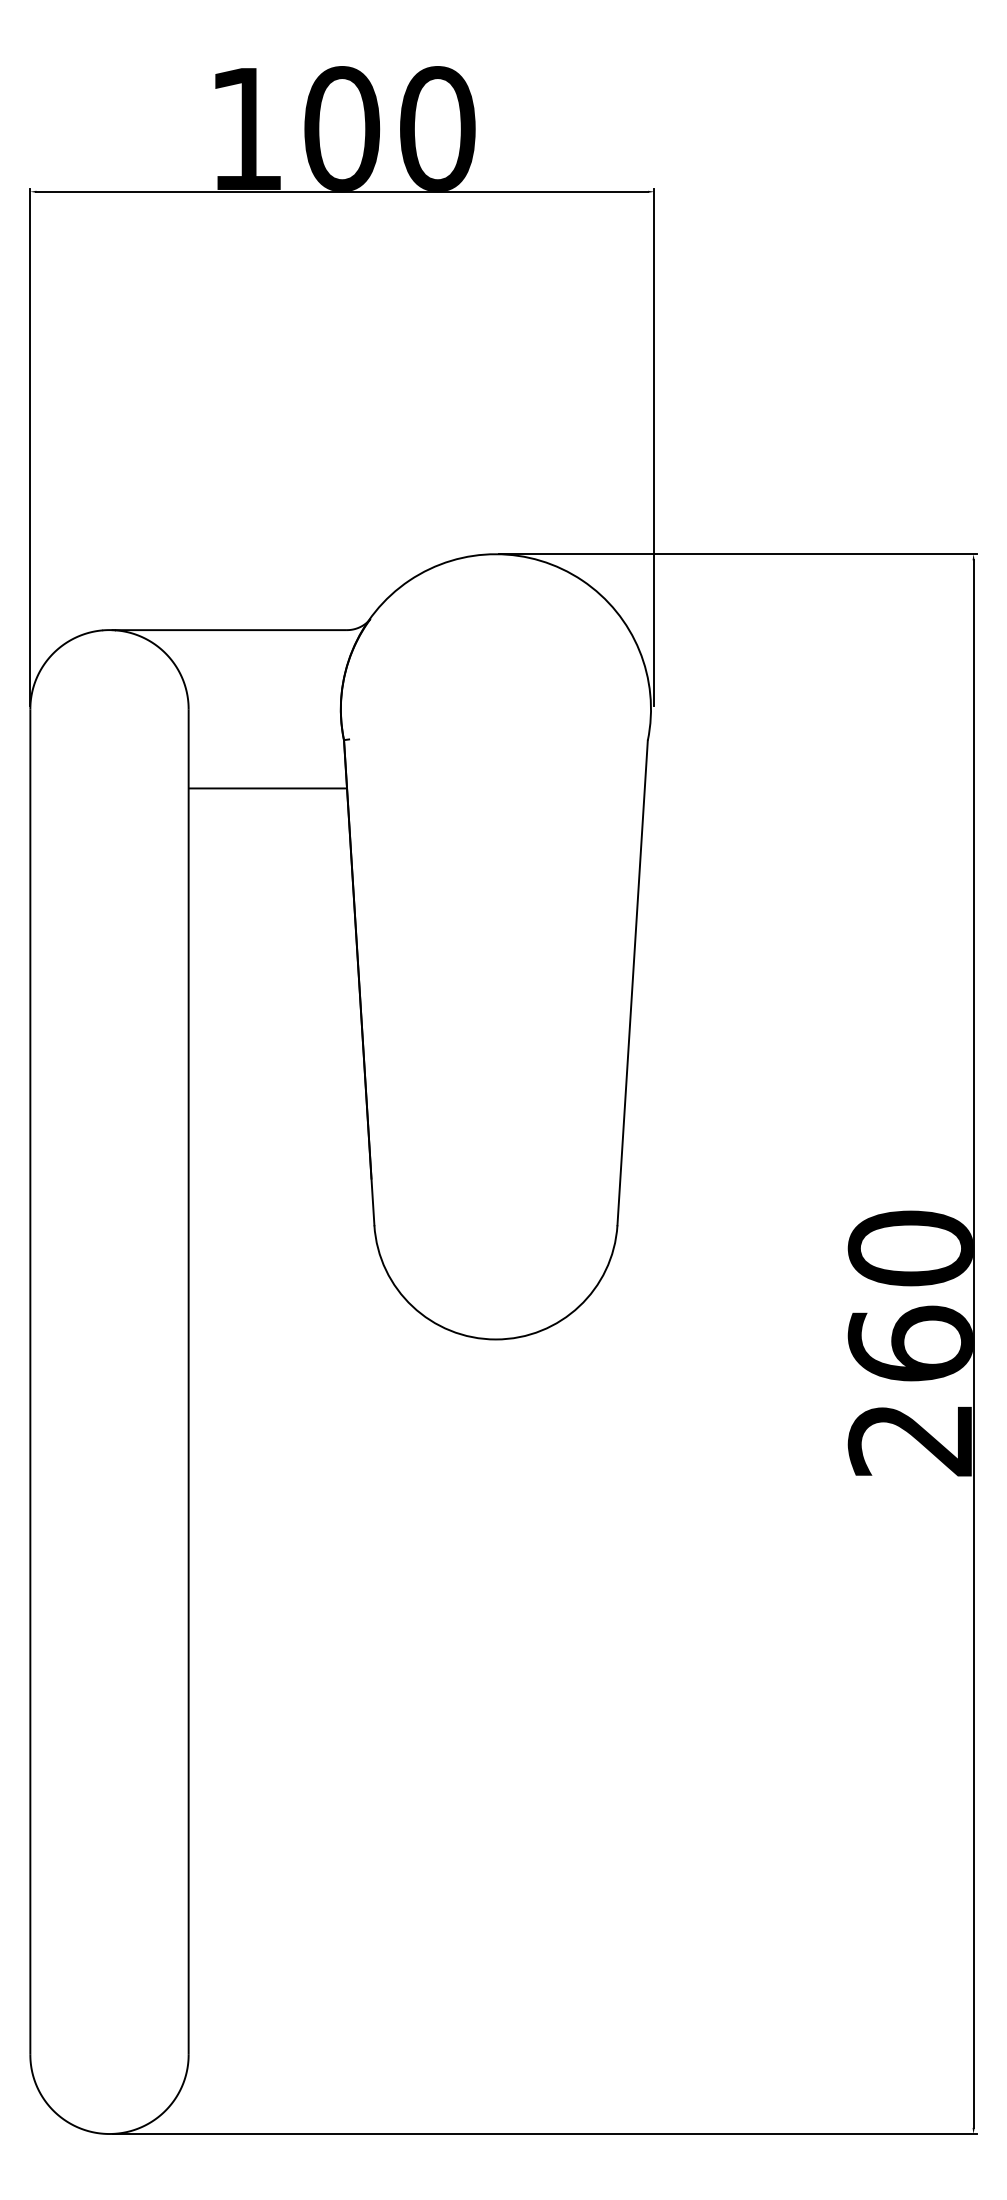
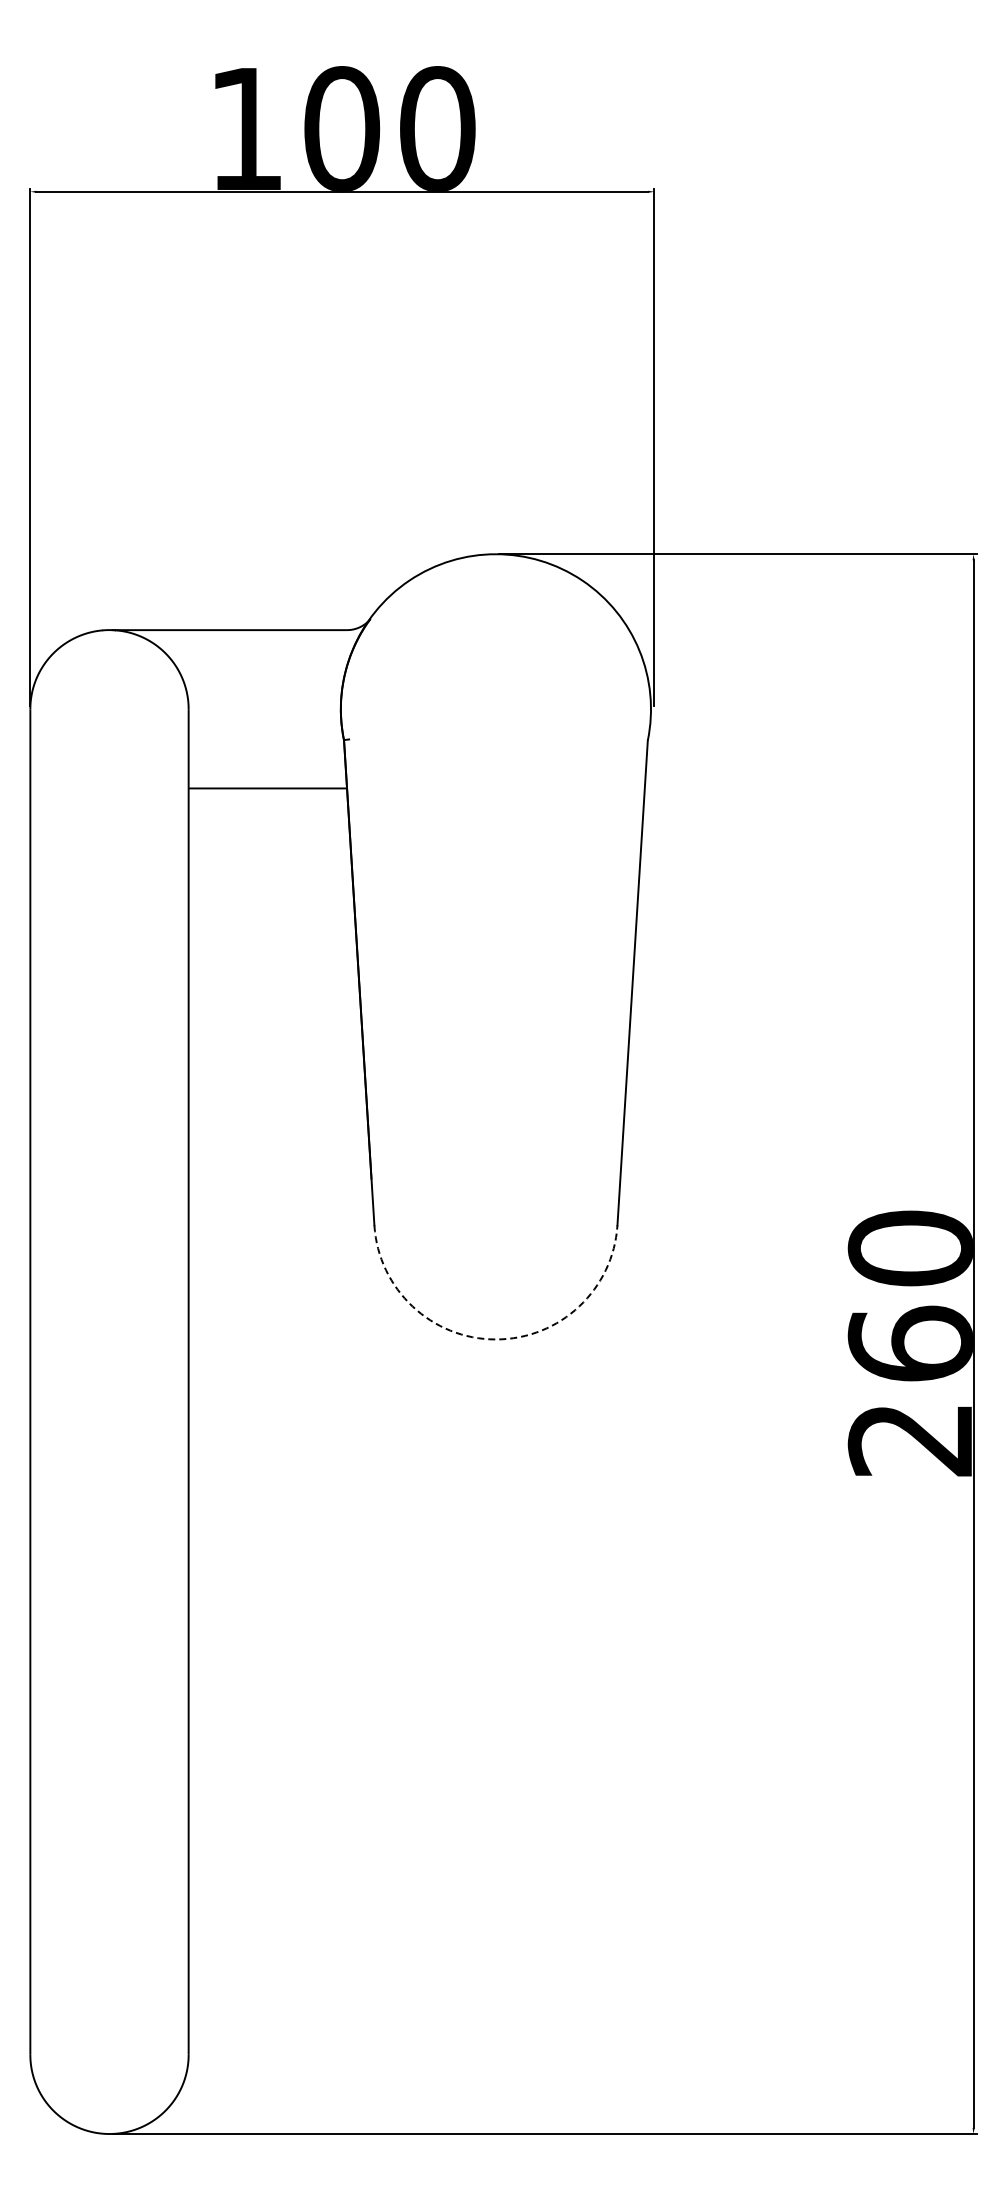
arc at (495, 1339): solid -> dashed
